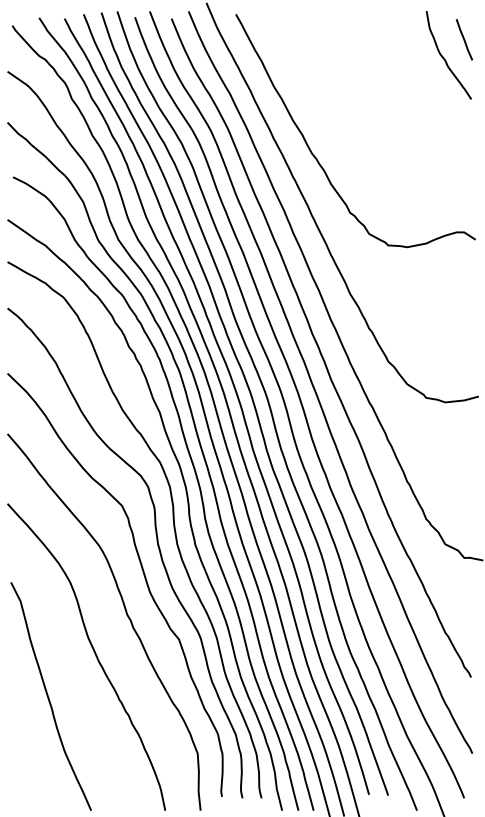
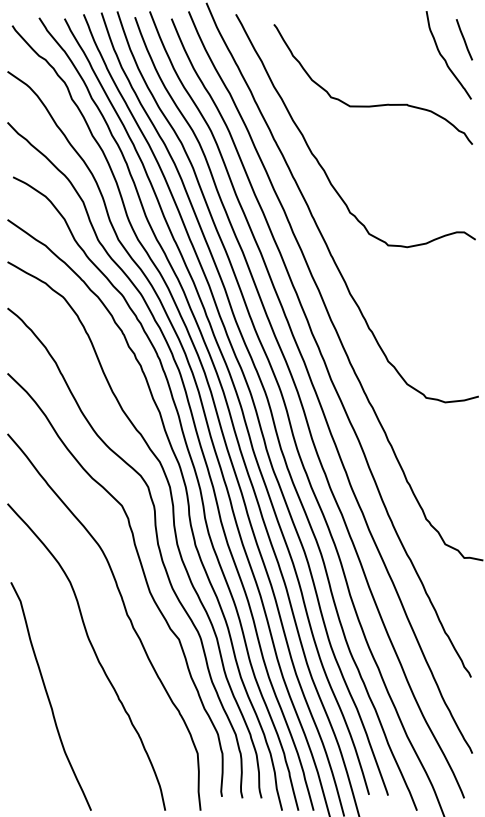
curve at (377, 104): none -> present
